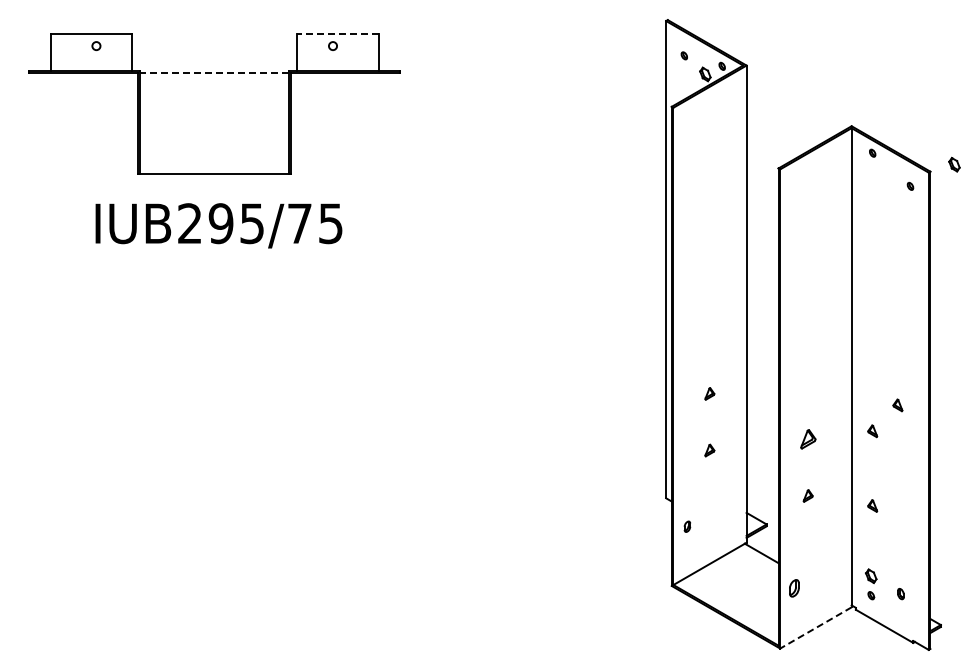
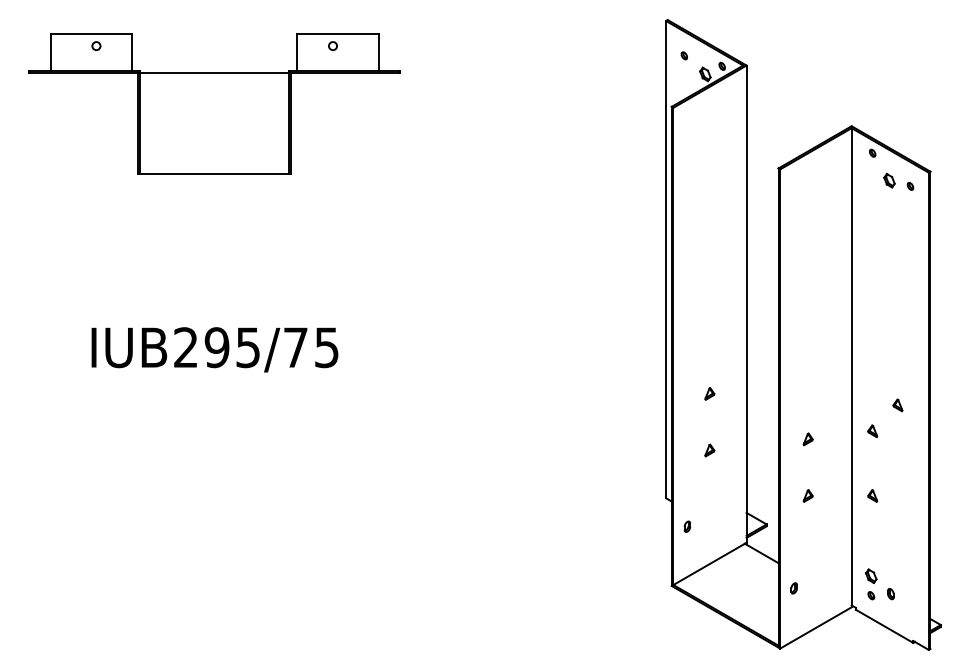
line at (337, 34): dashed -> solid
line at (214, 73): dashed -> solid
part at (954, 164) position: (954, 164) -> (889, 180)
text at (218, 225) position: (218, 225) -> (214, 349)
part at (808, 439) size: 17x21 px -> 12x15 px
part at (872, 505) position: (872, 505) -> (872, 495)
part at (794, 588) size: 11x19 px -> 8x13 px
part at (900, 594) position: (900, 594) -> (890, 594)
line at (815, 628): dashed -> solid
